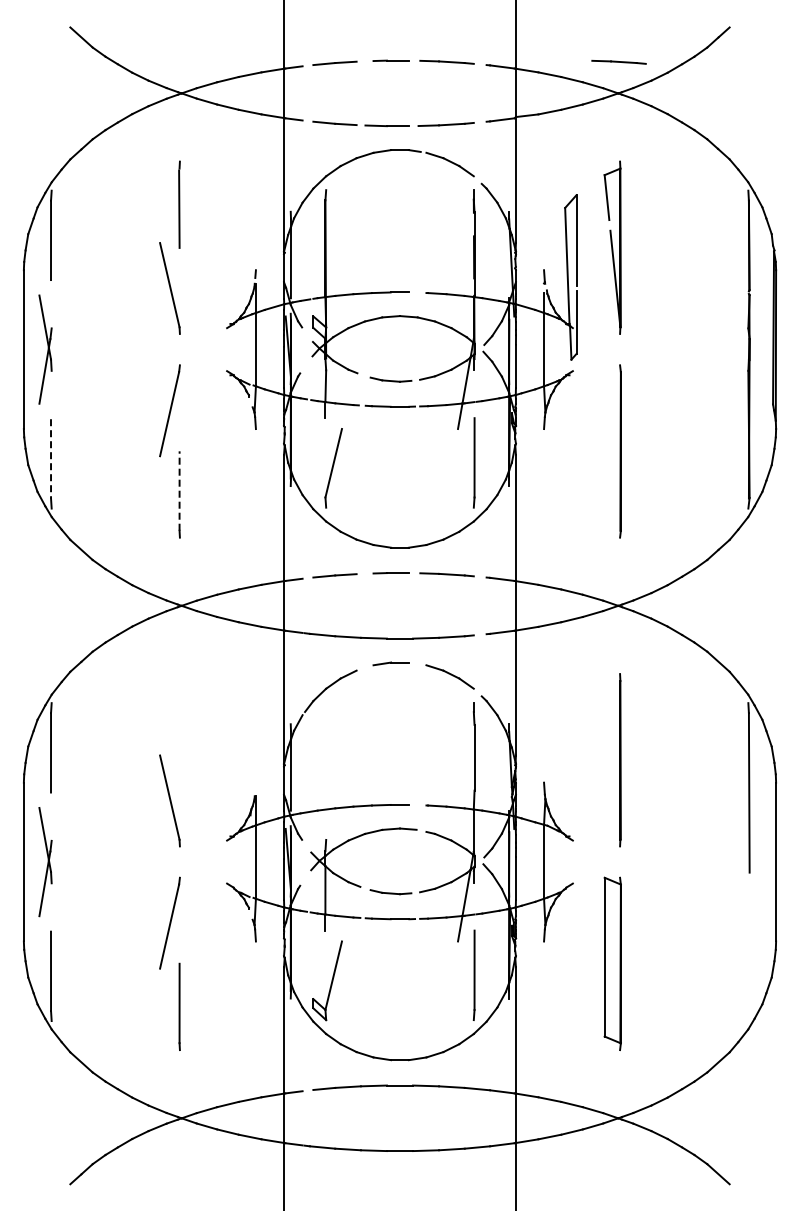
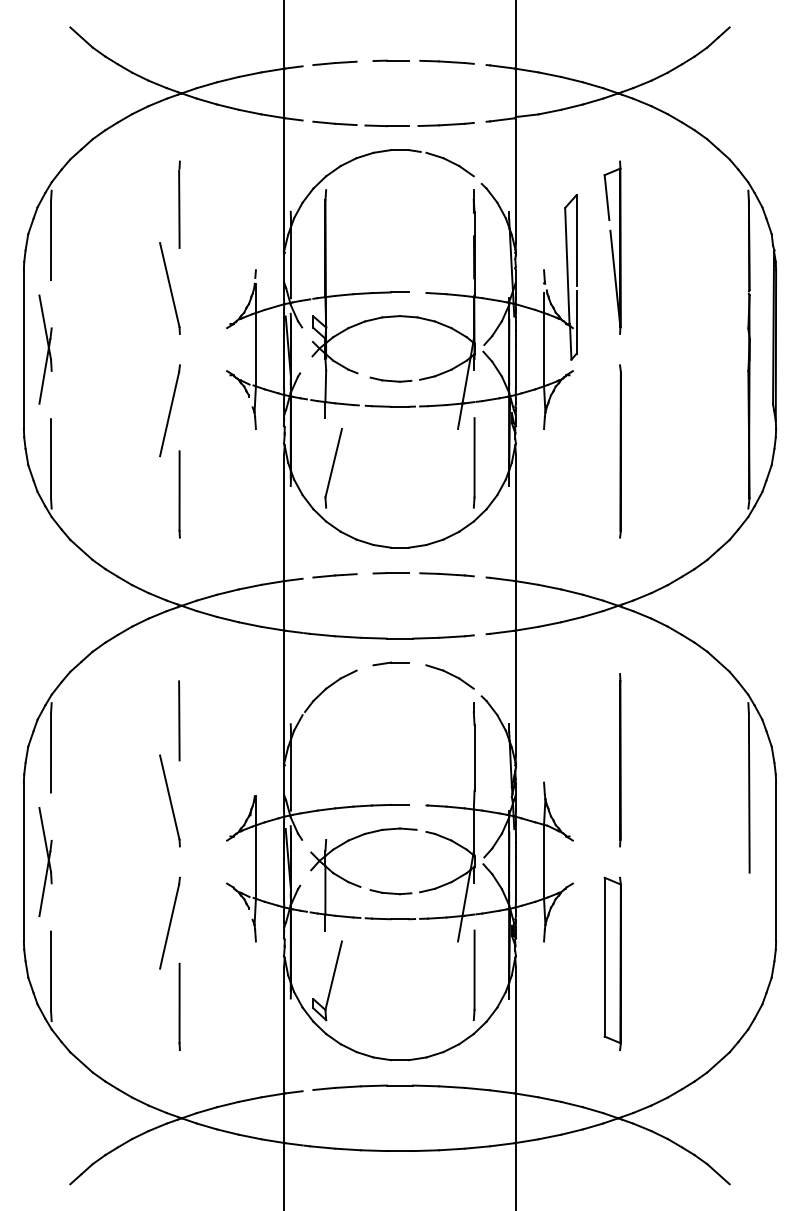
line at (618, 61): present -> none
line at (51, 458): dashed -> solid
line at (179, 491): dashed -> solid
line at (179, 720): none -> present
